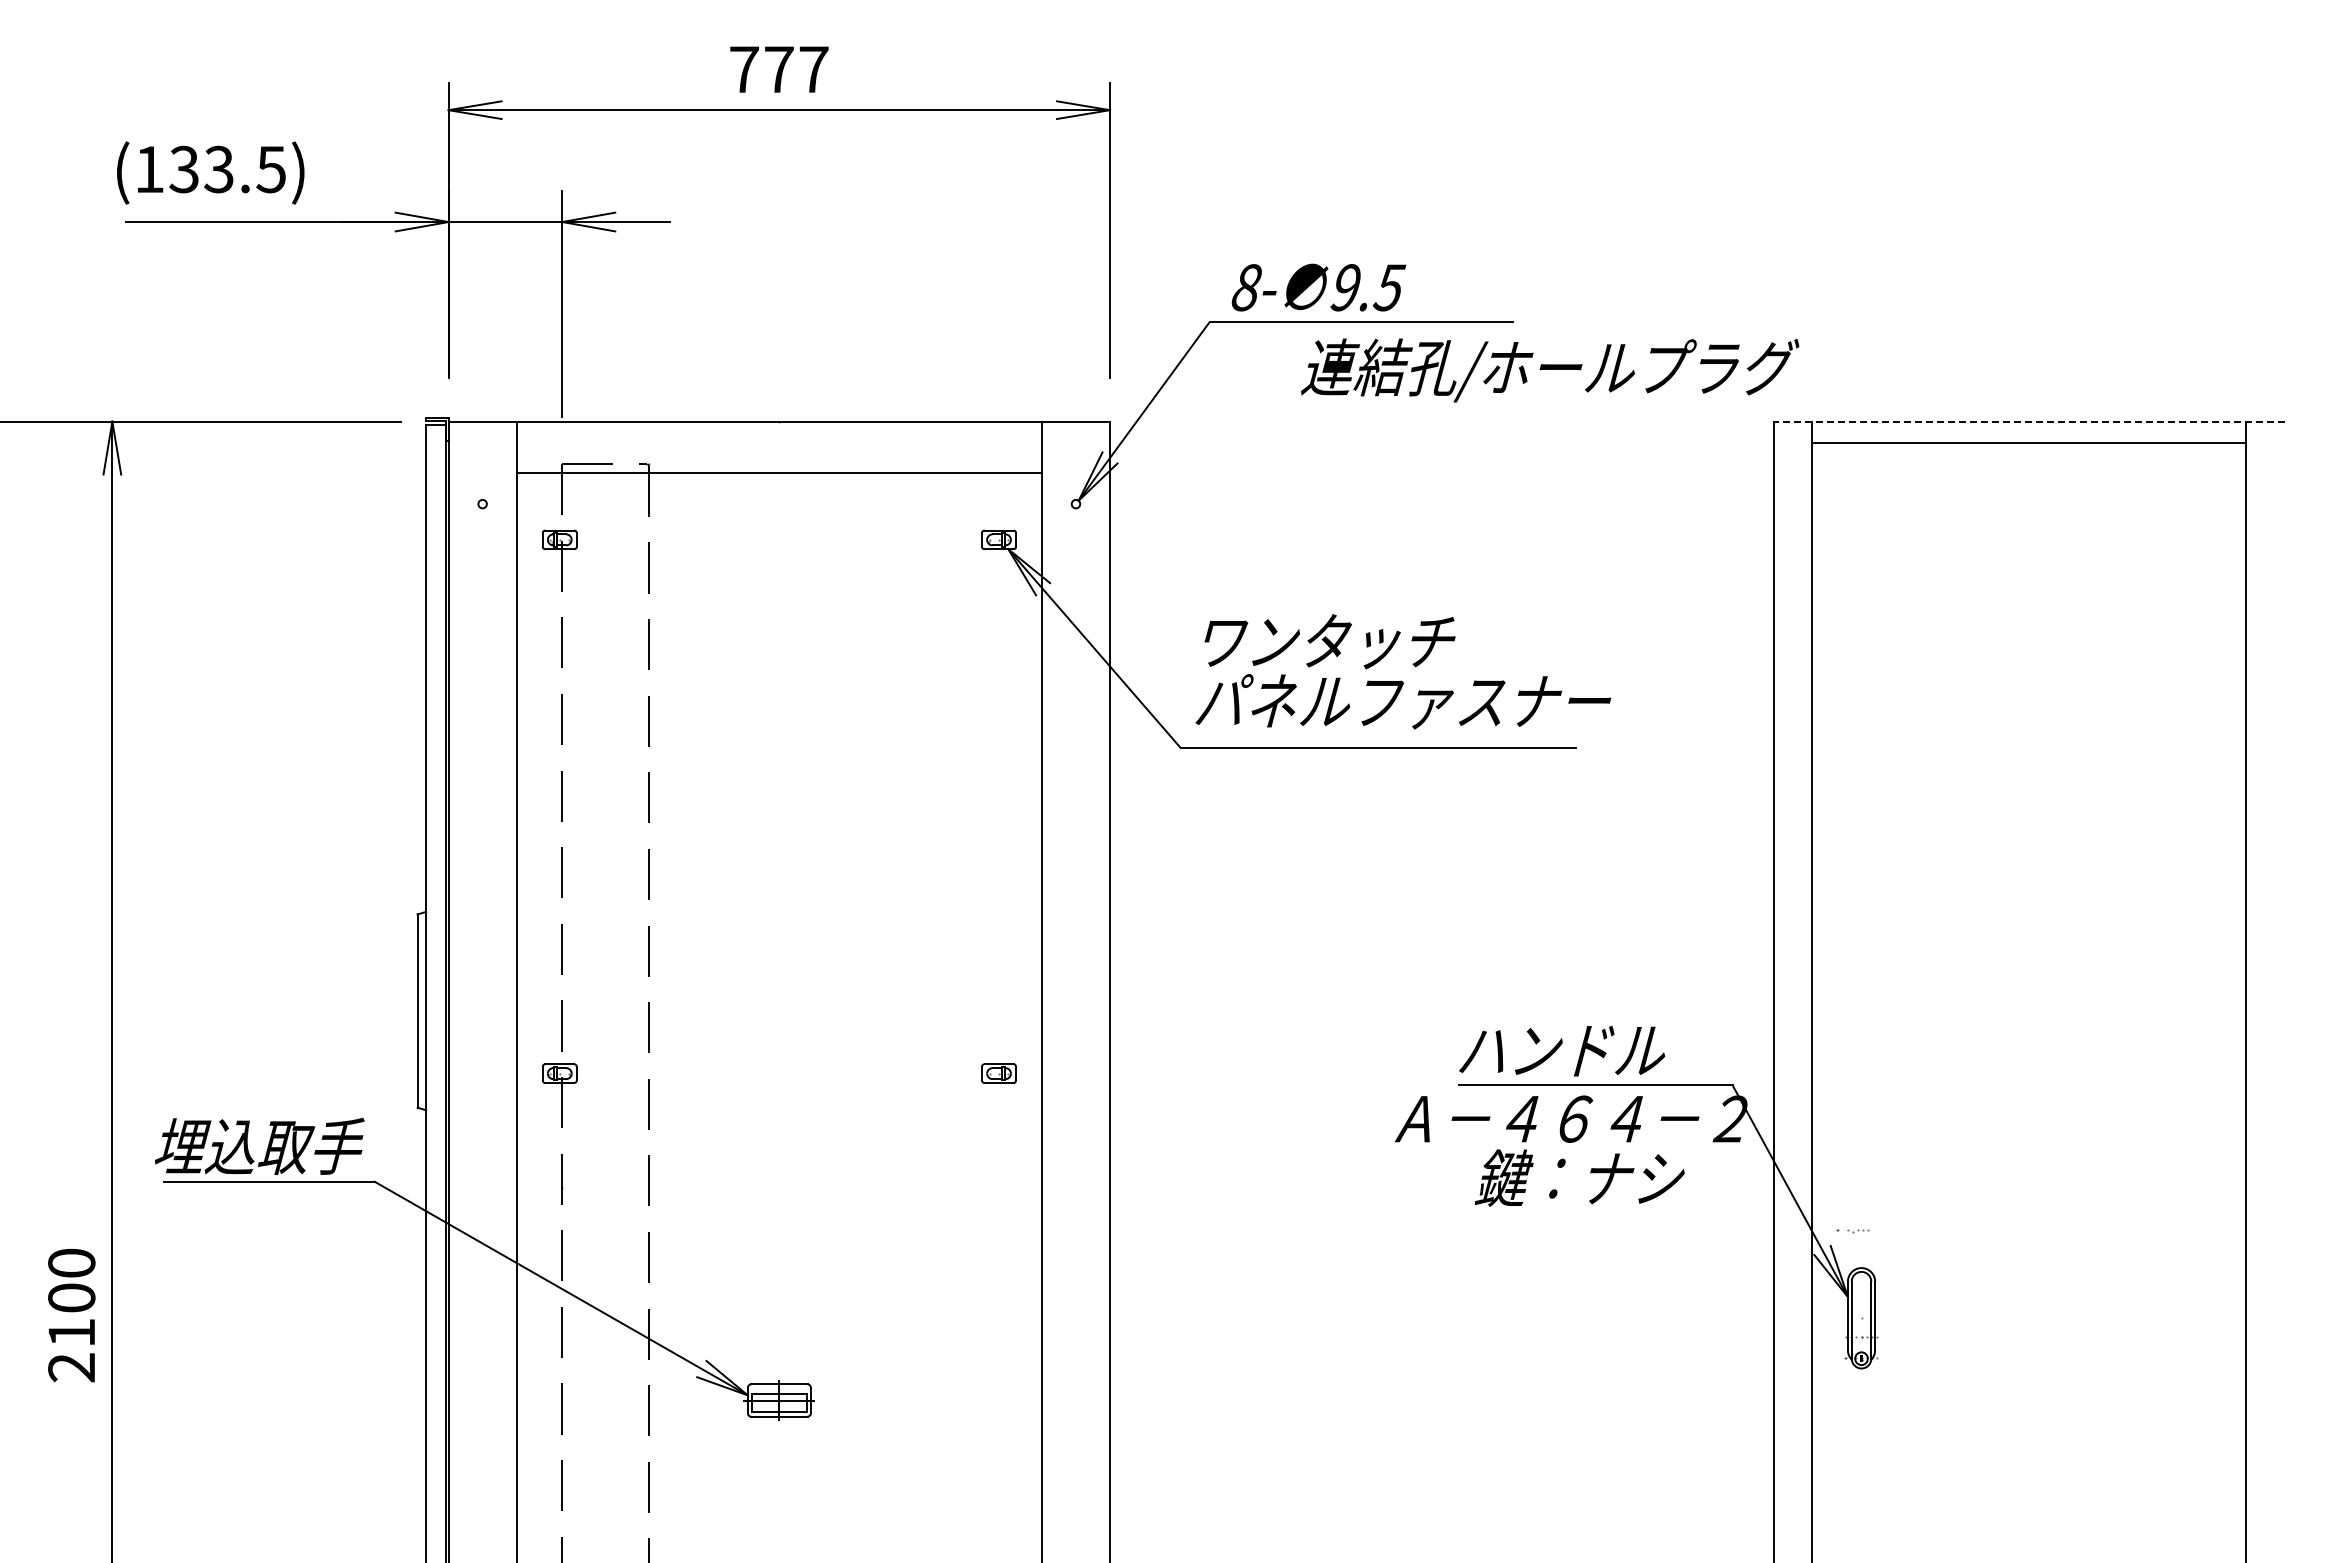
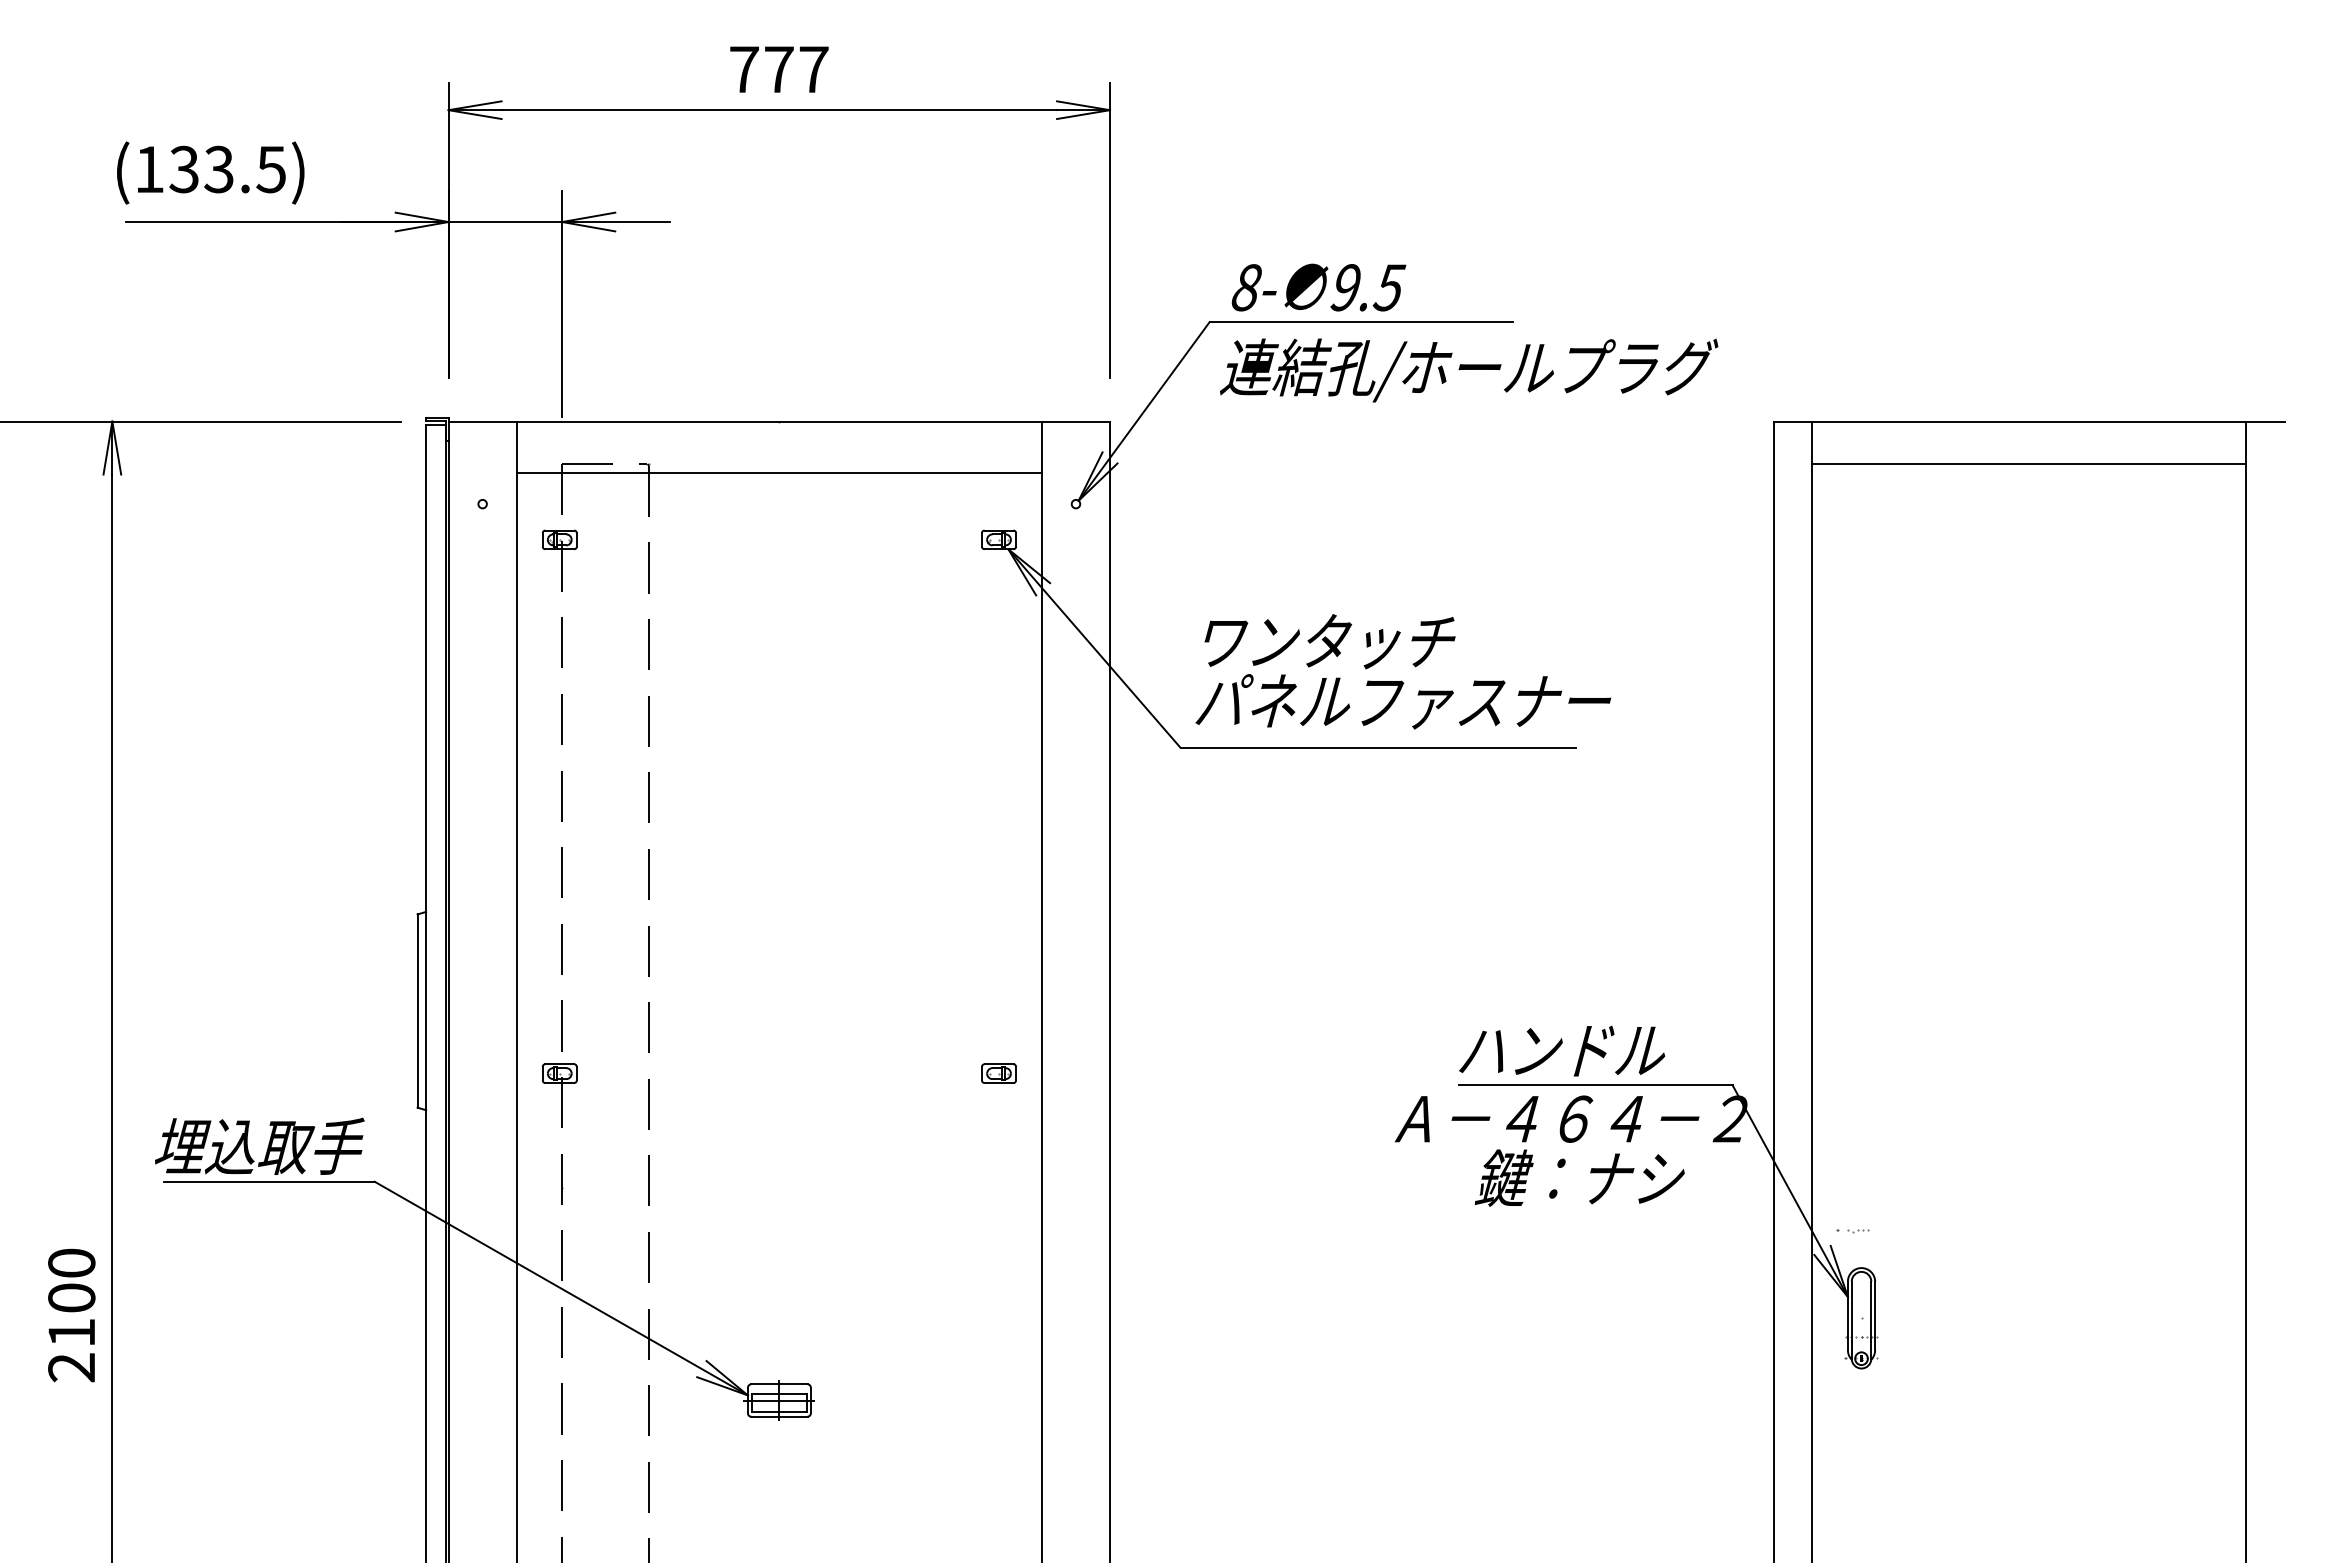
text at (1550, 370) position: (1550, 370) -> (1469, 370)
line at (2028, 421): dashed -> solid
line at (2029, 443) position: (2029, 443) -> (2029, 464)
